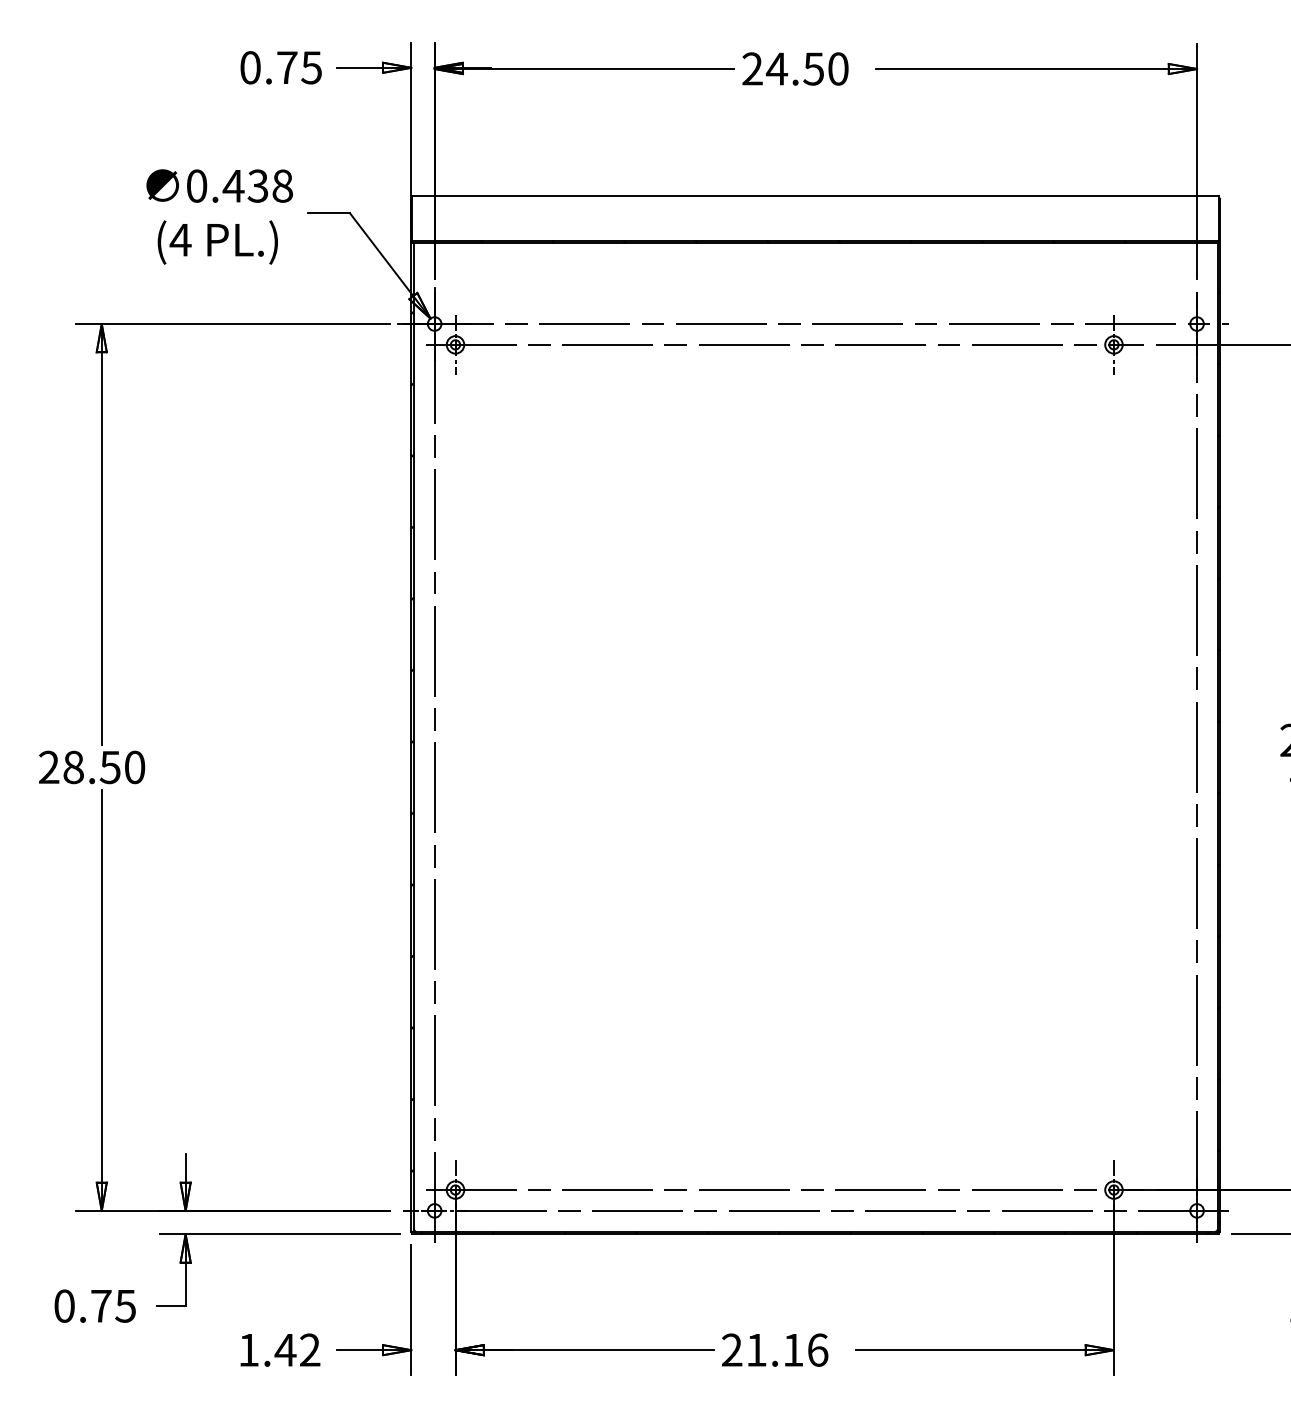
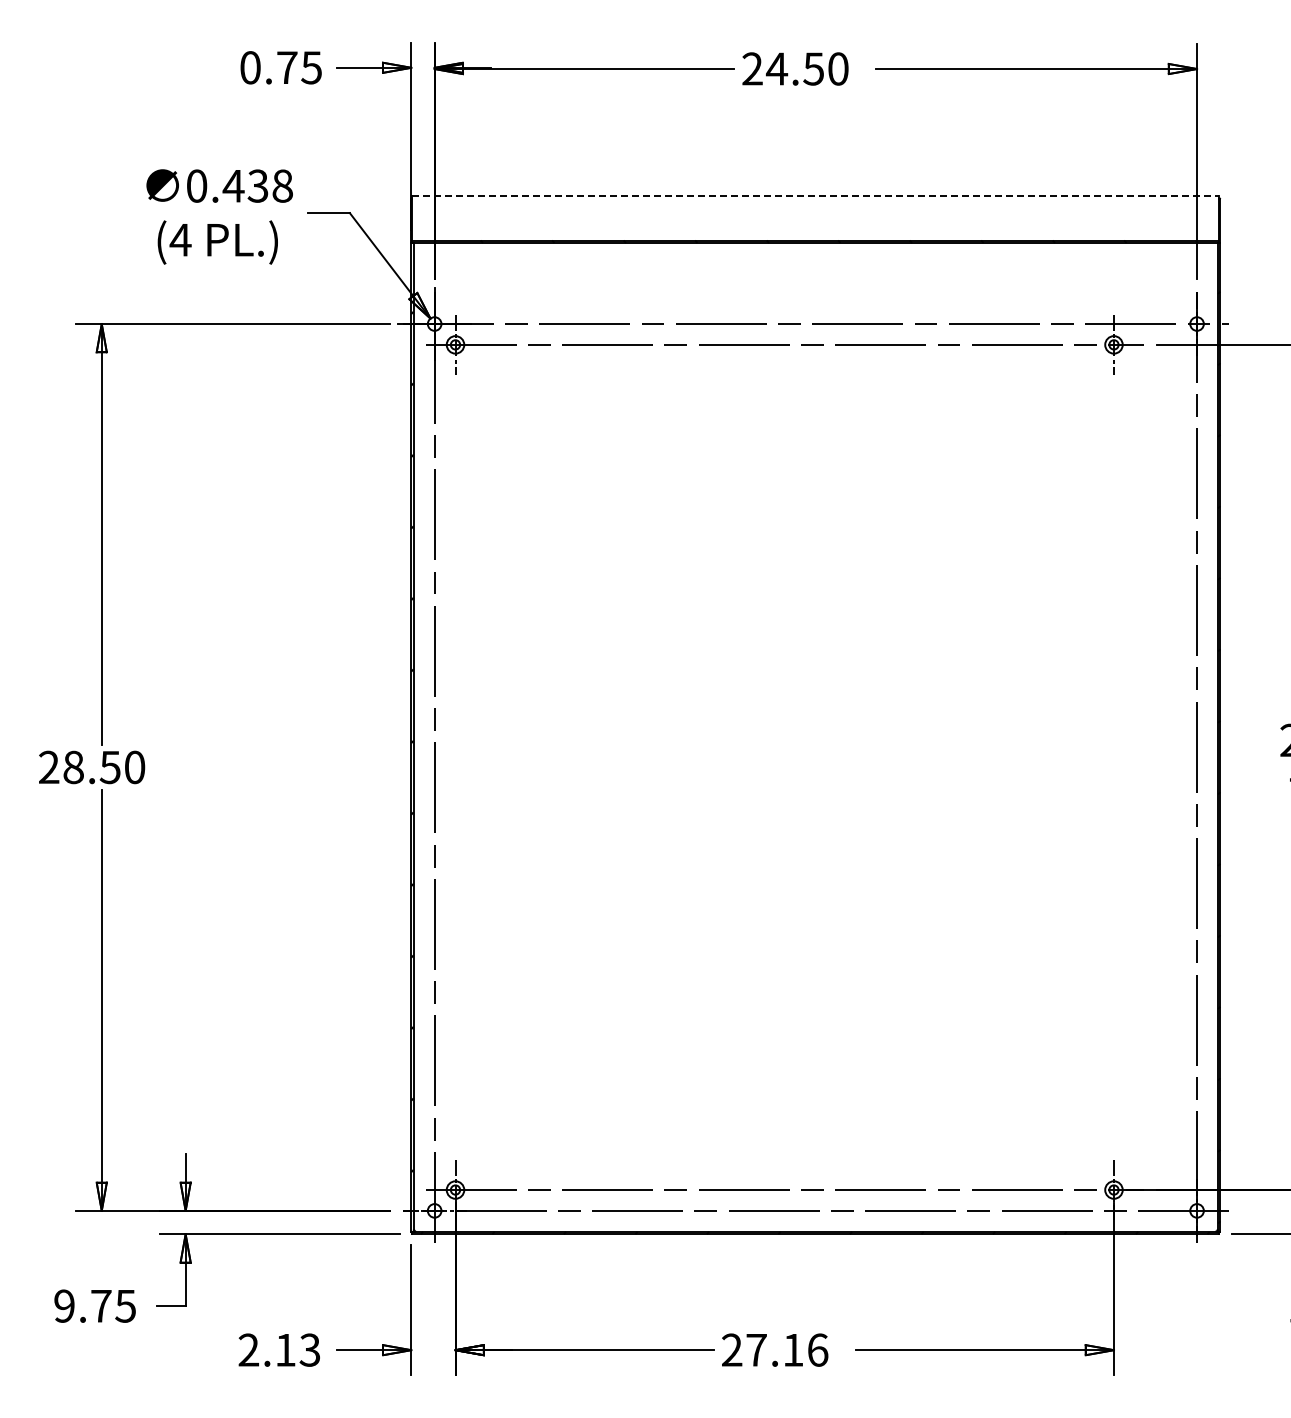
line at (816, 196): solid -> dashed
text at (64, 1305): 0.75 -> 9.75
text at (279, 1349): 1.42 -> 2.13
text at (756, 1350): 21.16 -> 27.16
